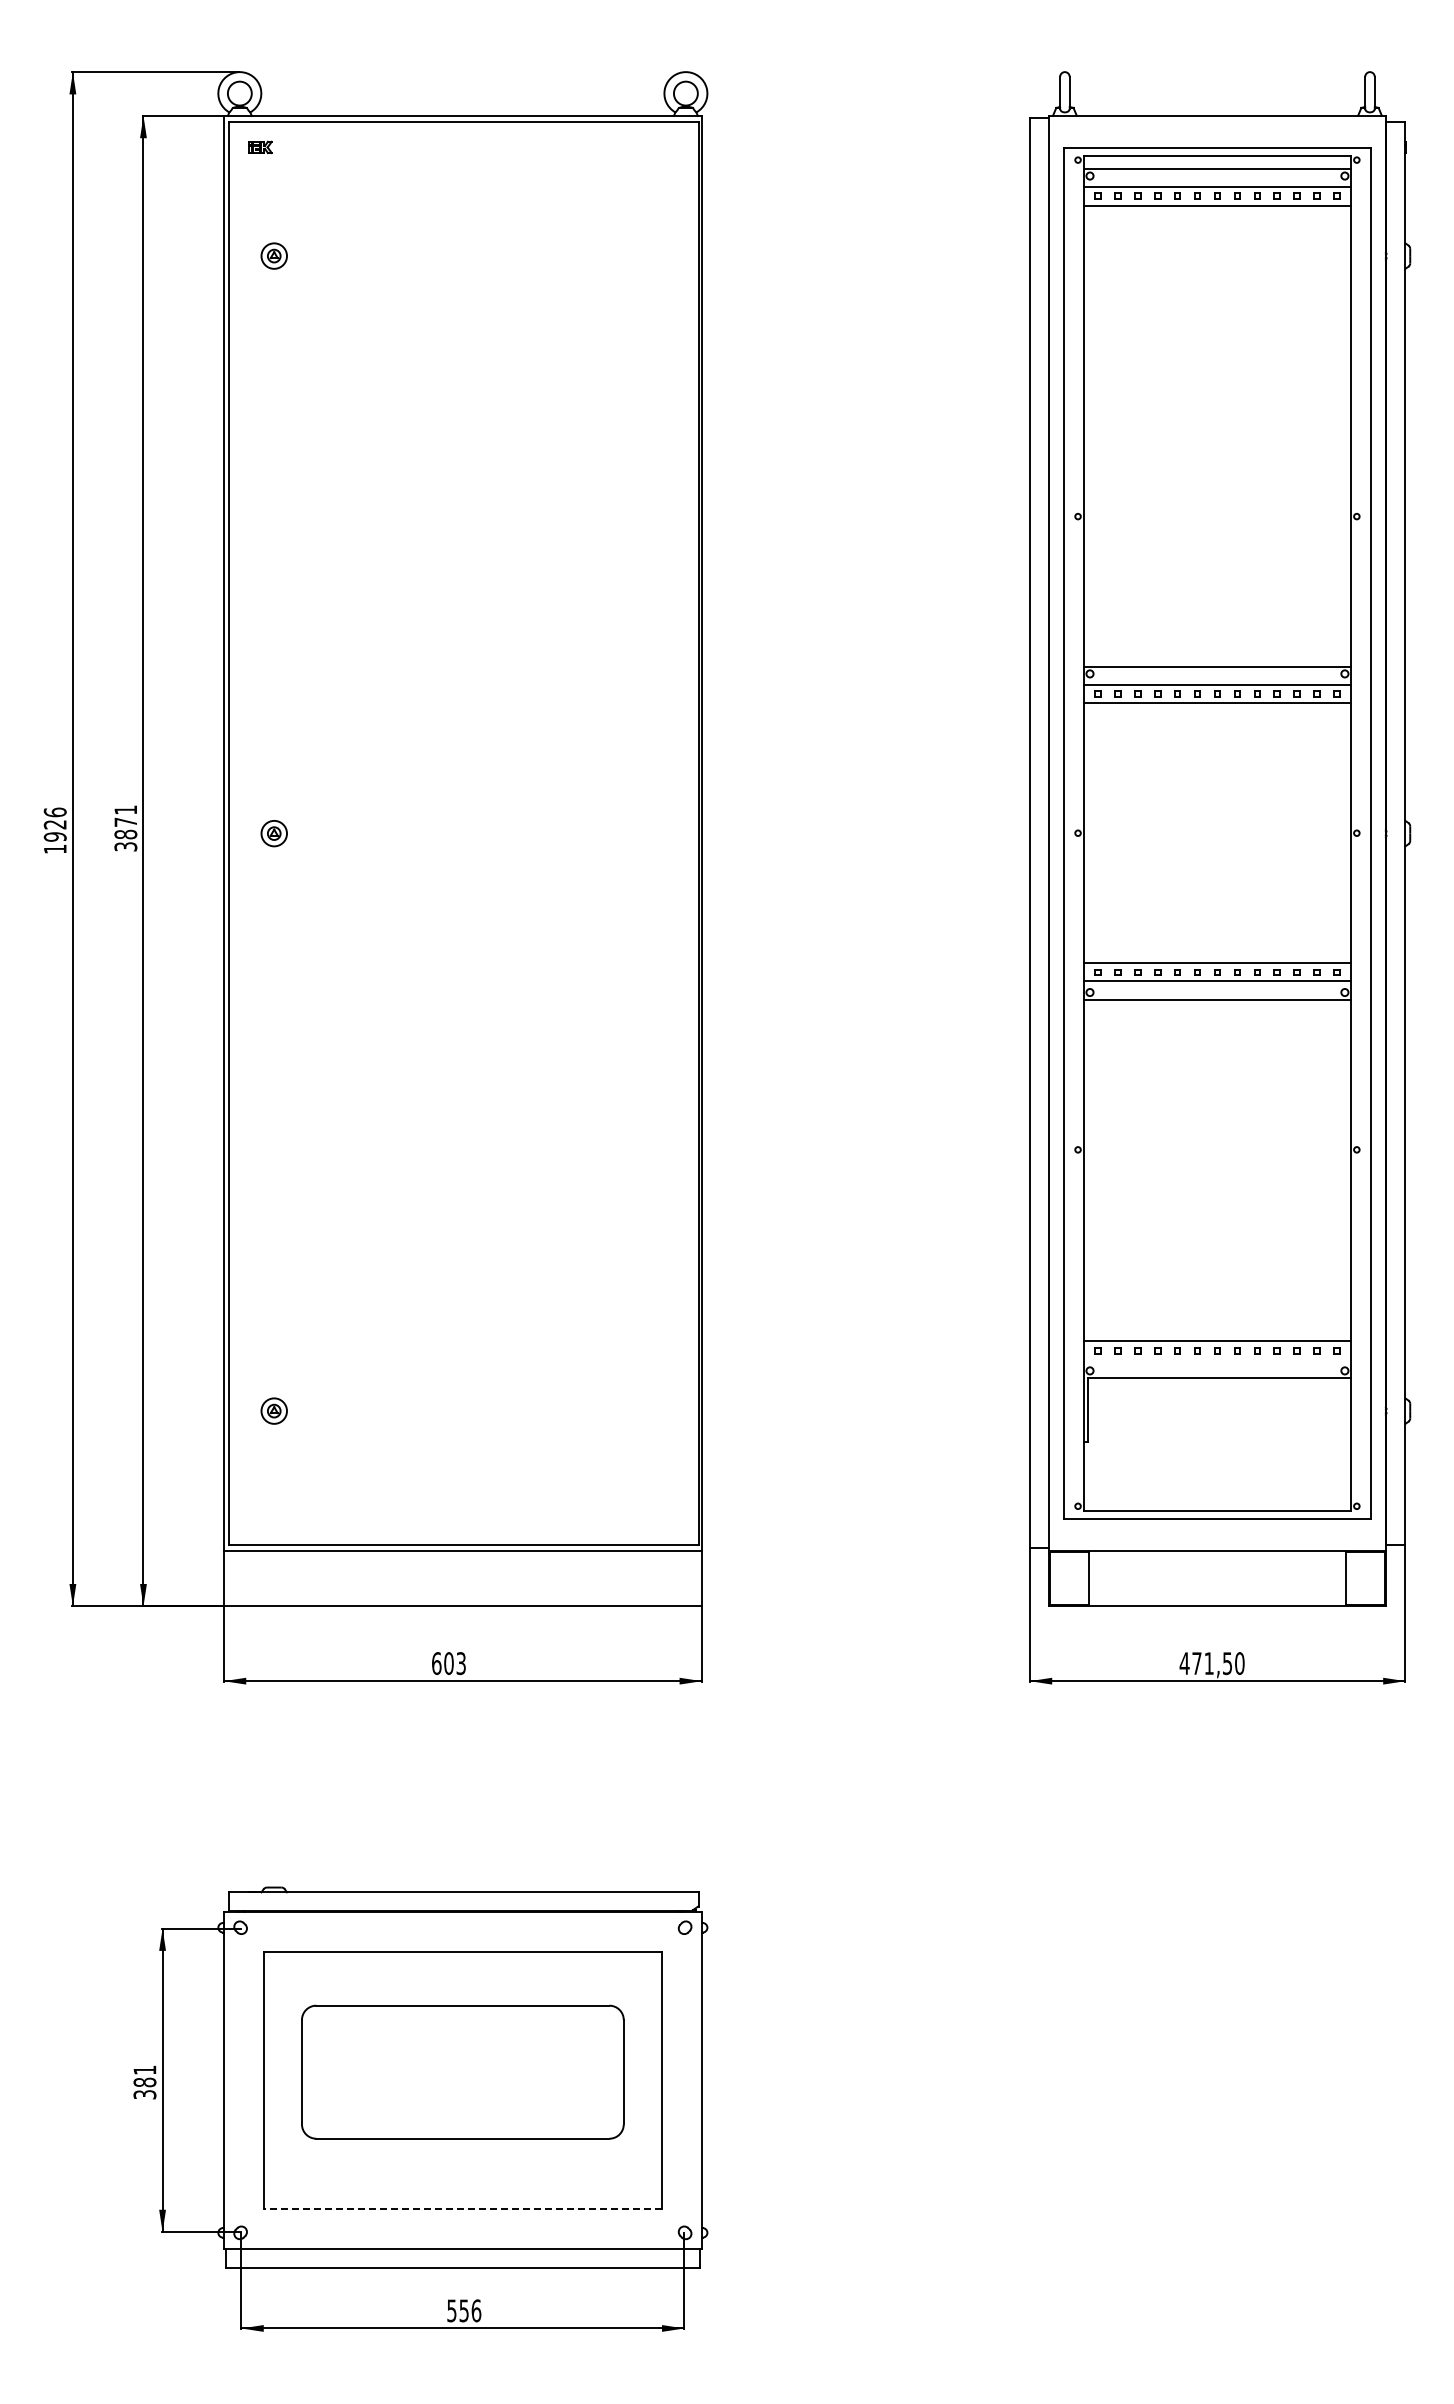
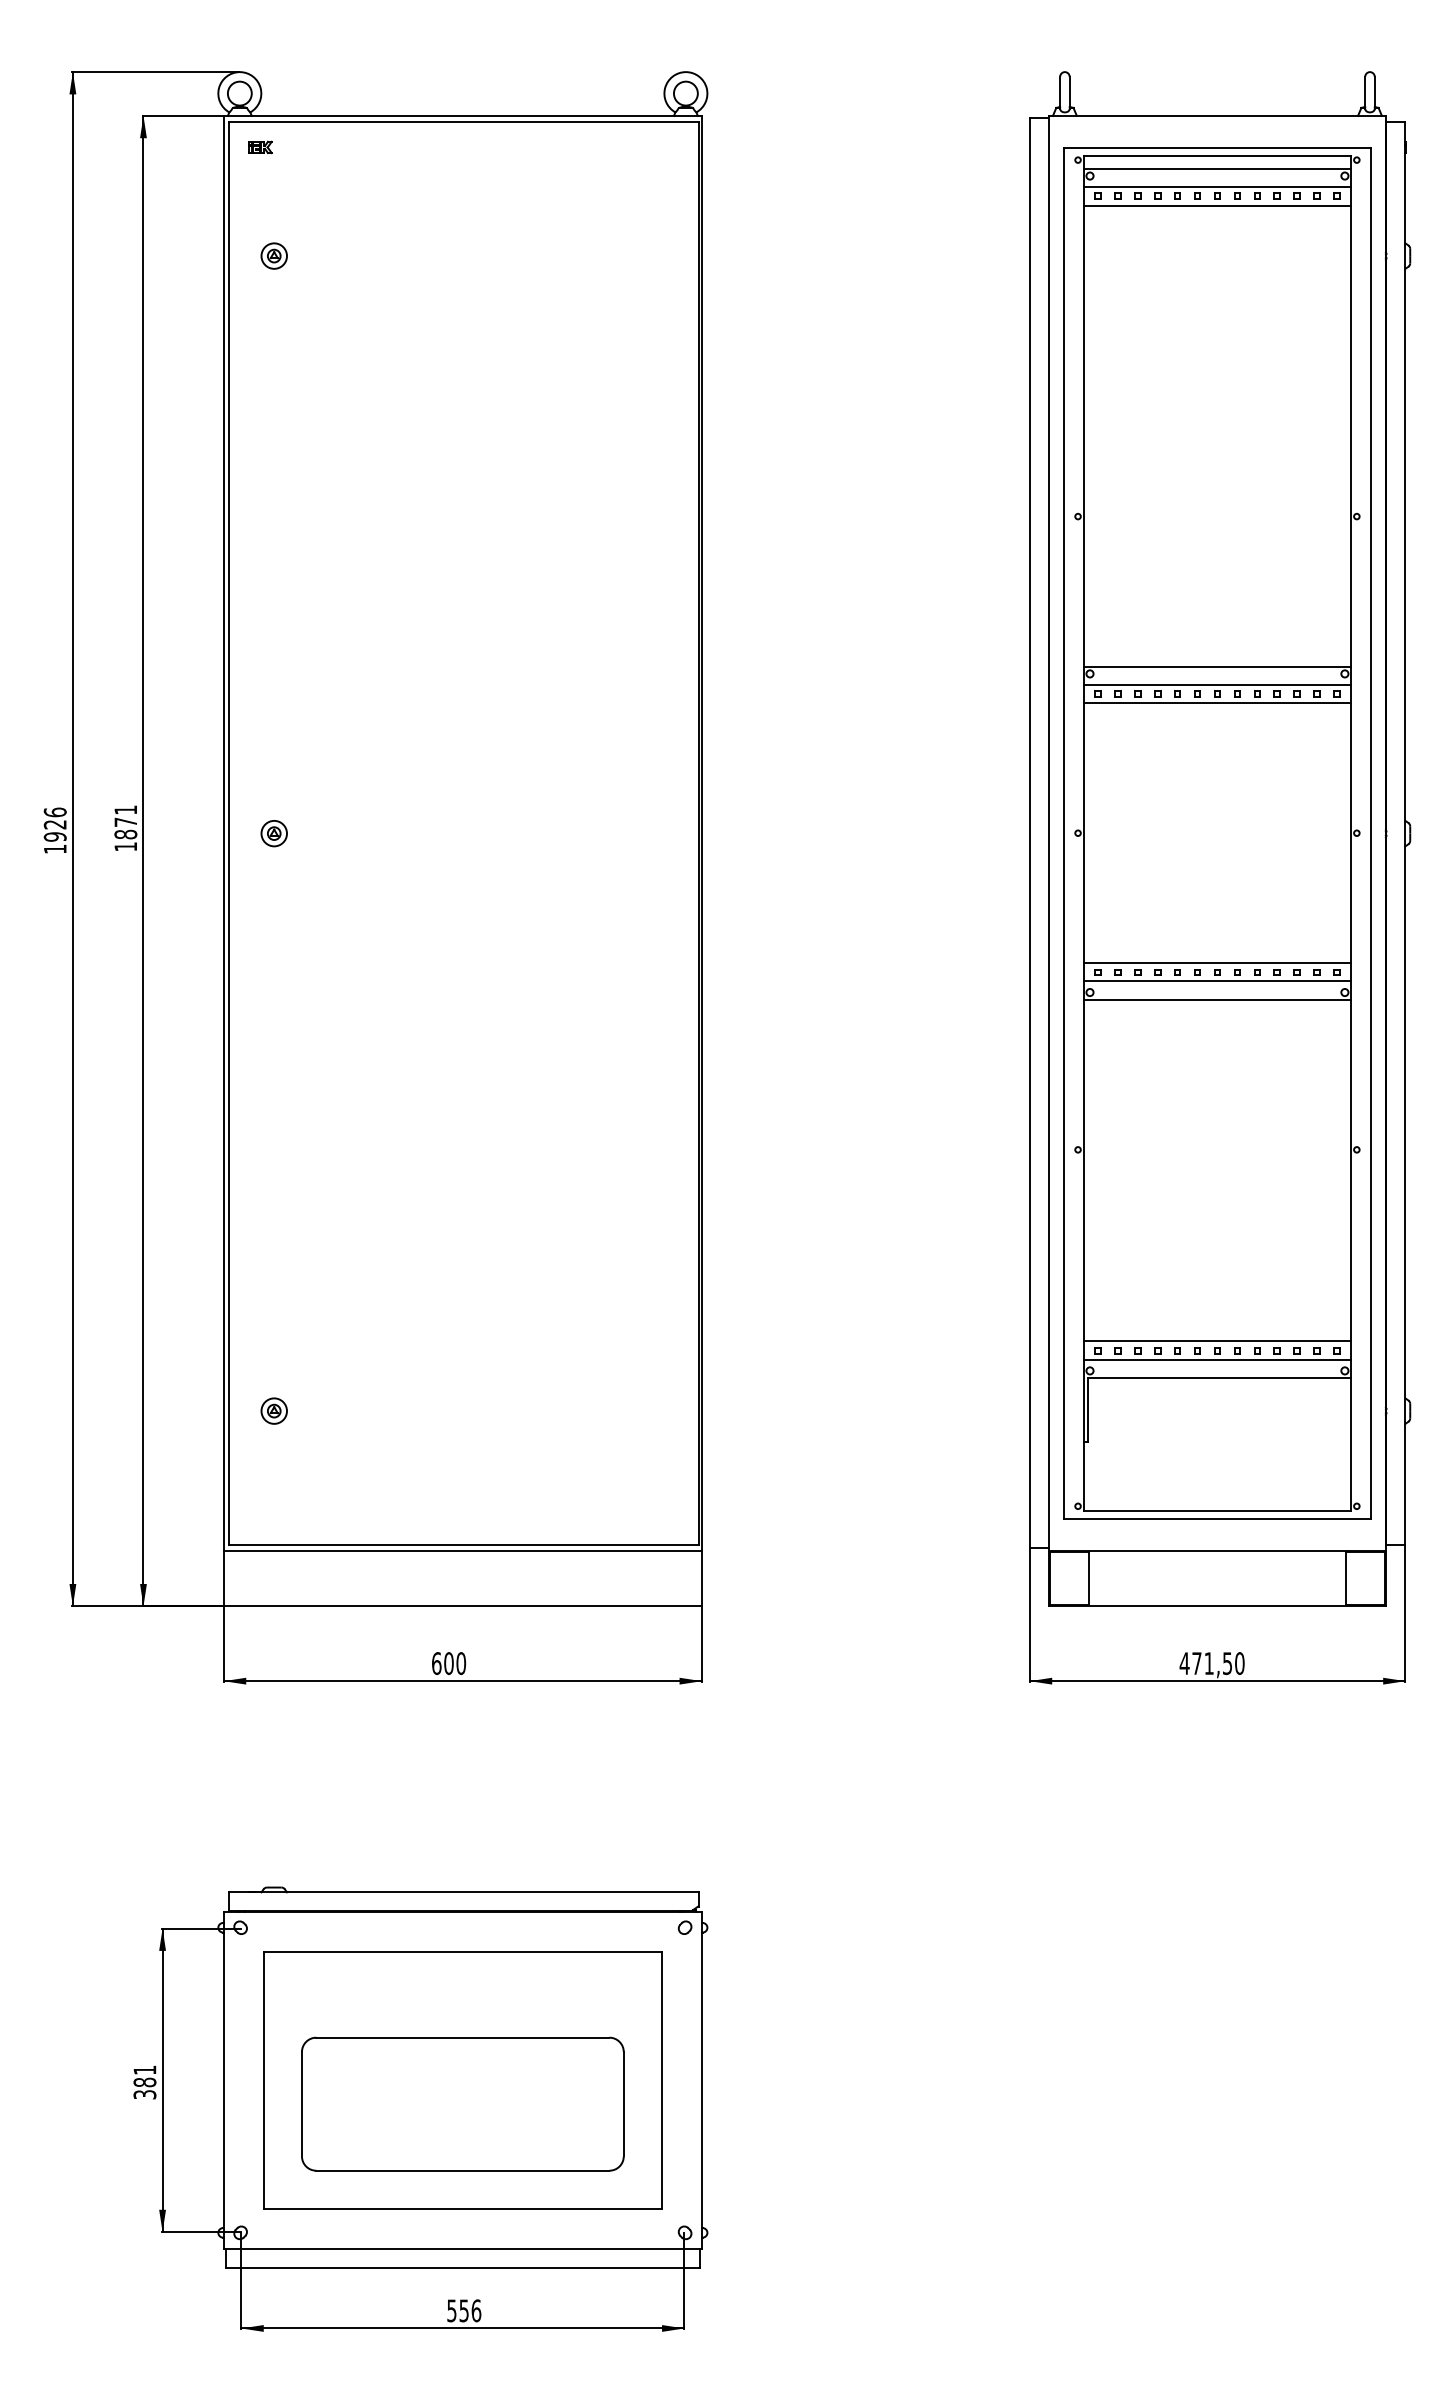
text at (125, 846): 3871 -> 1871
line at (1217, 1359): none -> present
text at (461, 1663): 603 -> 600
part at (462, 2071) position: (462, 2071) -> (462, 2103)
line at (462, 2208): dashed -> solid
